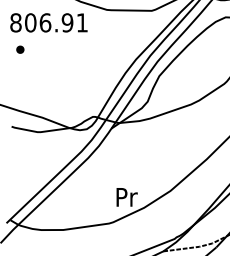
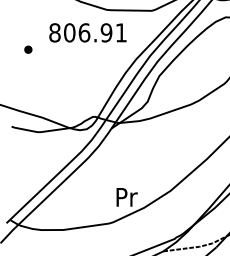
text at (48, 22) position: (48, 22) -> (87, 32)
part at (20, 49) position: (20, 49) -> (28, 49)
